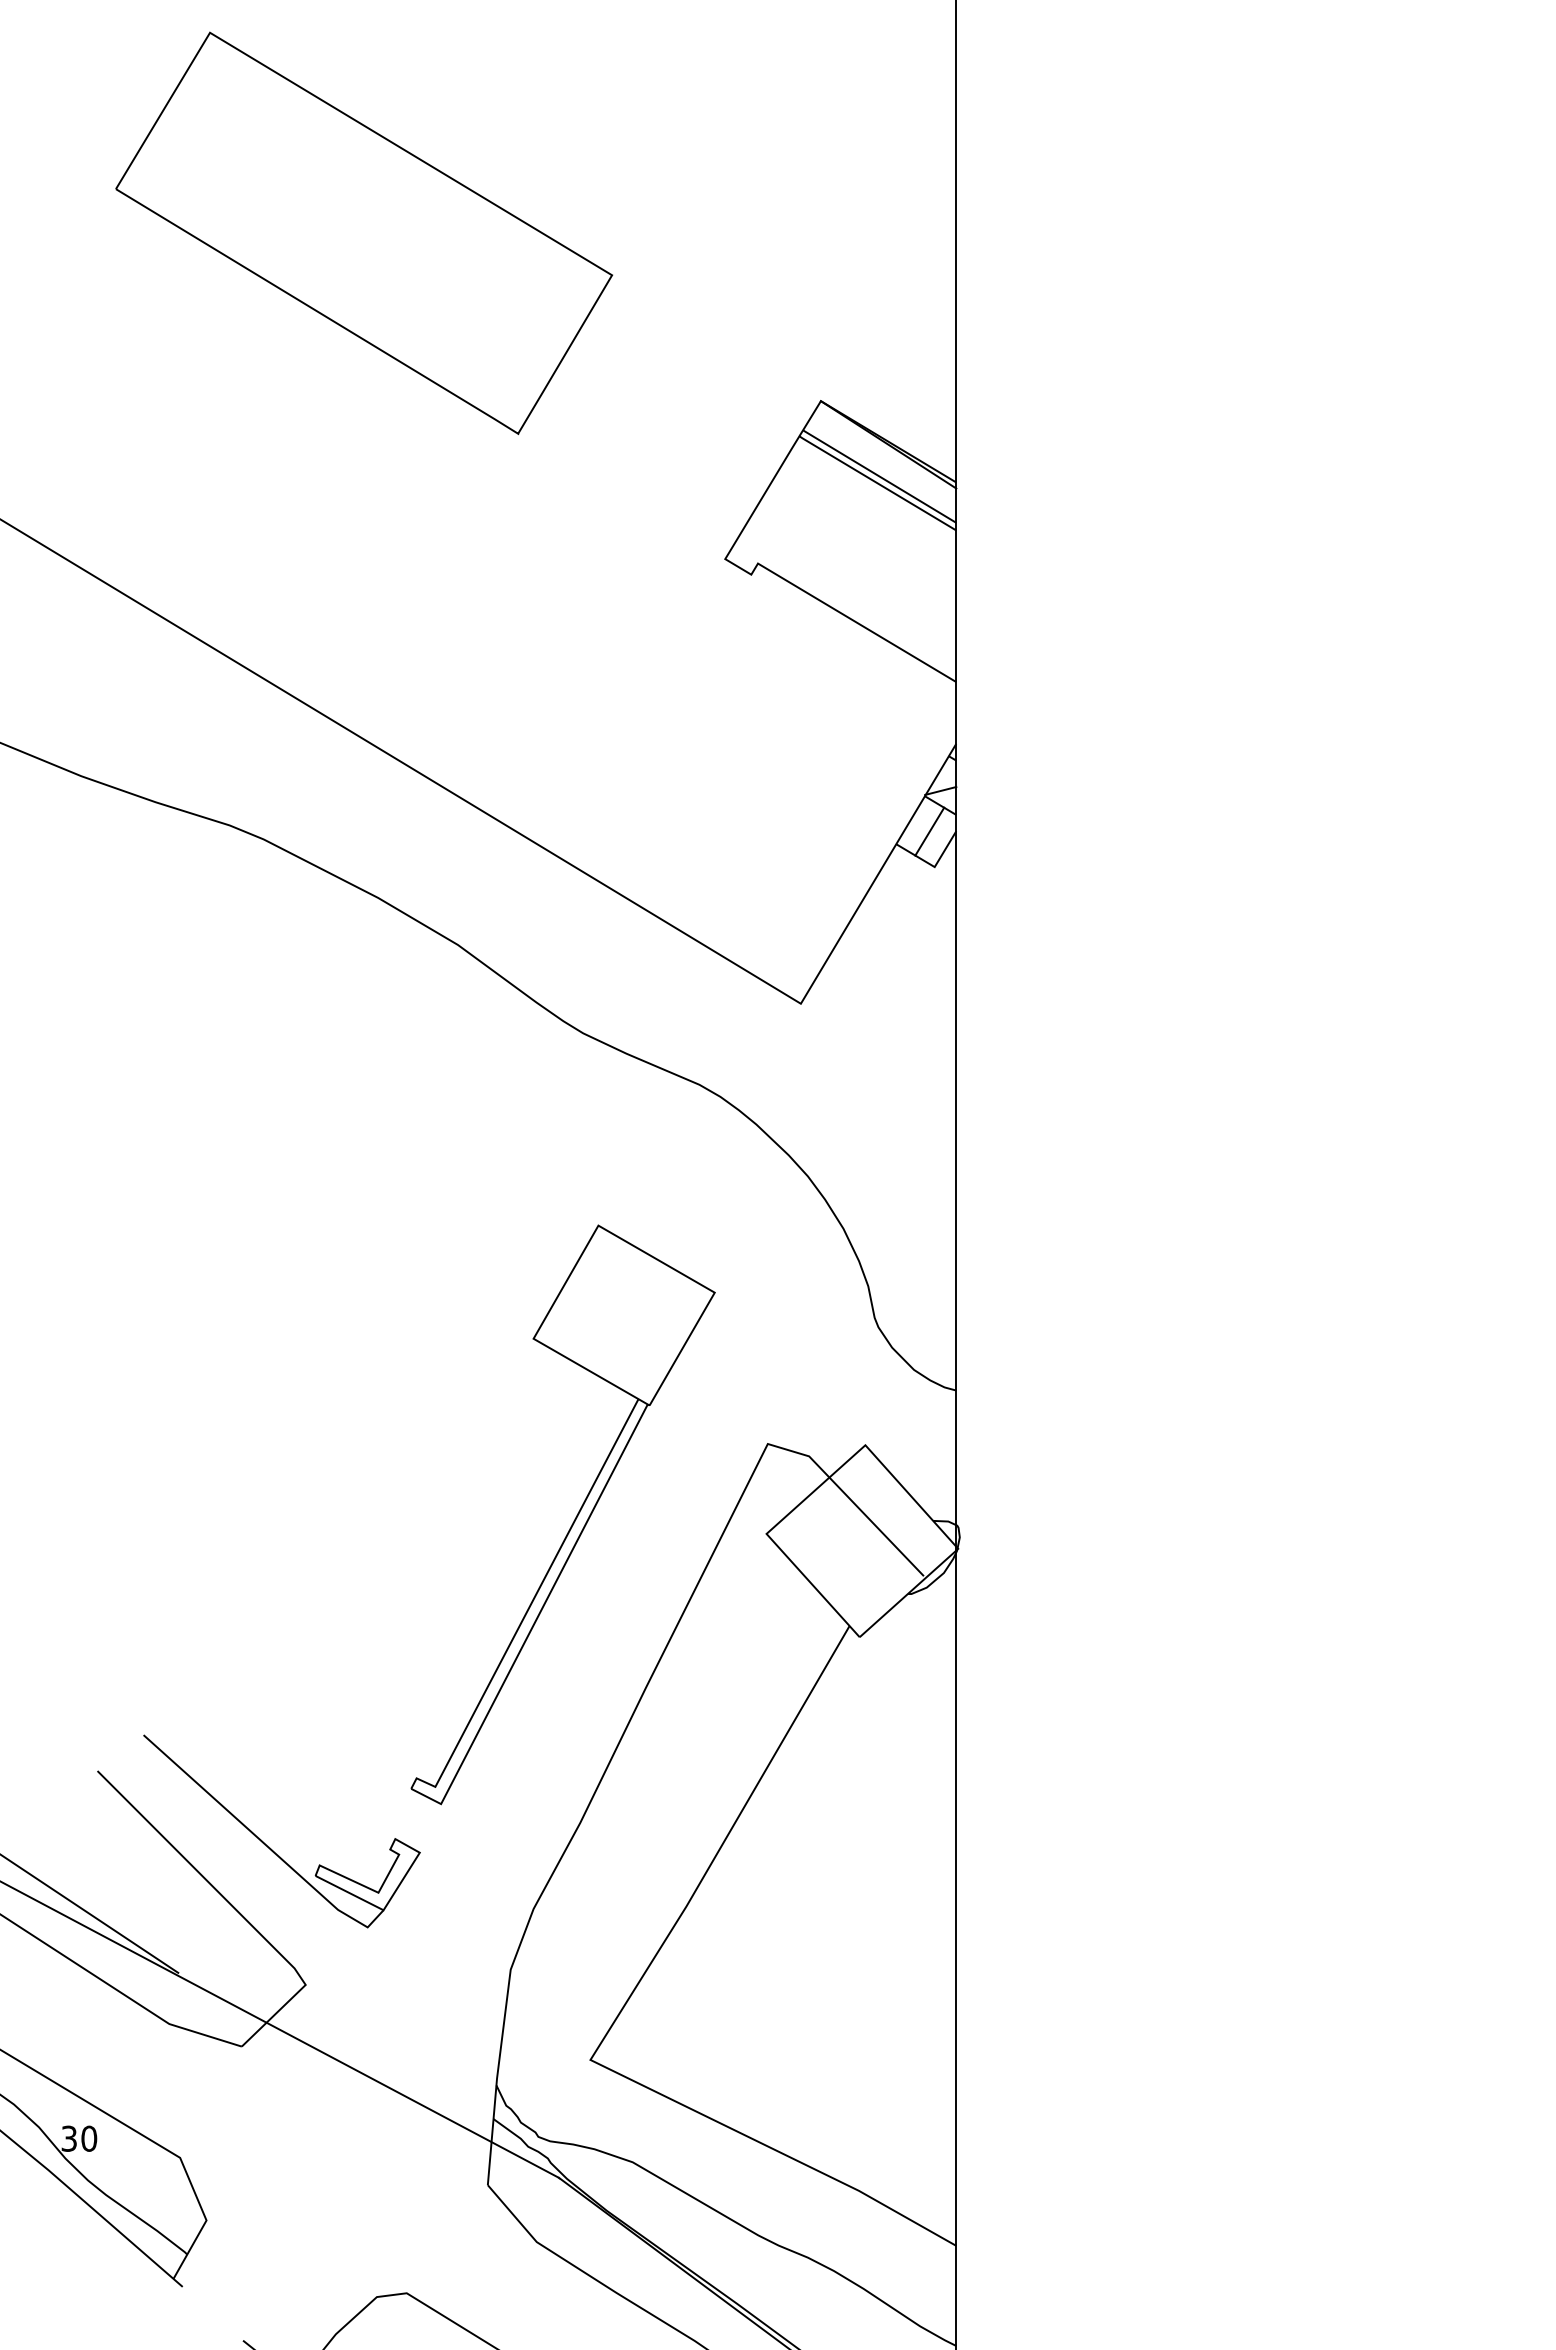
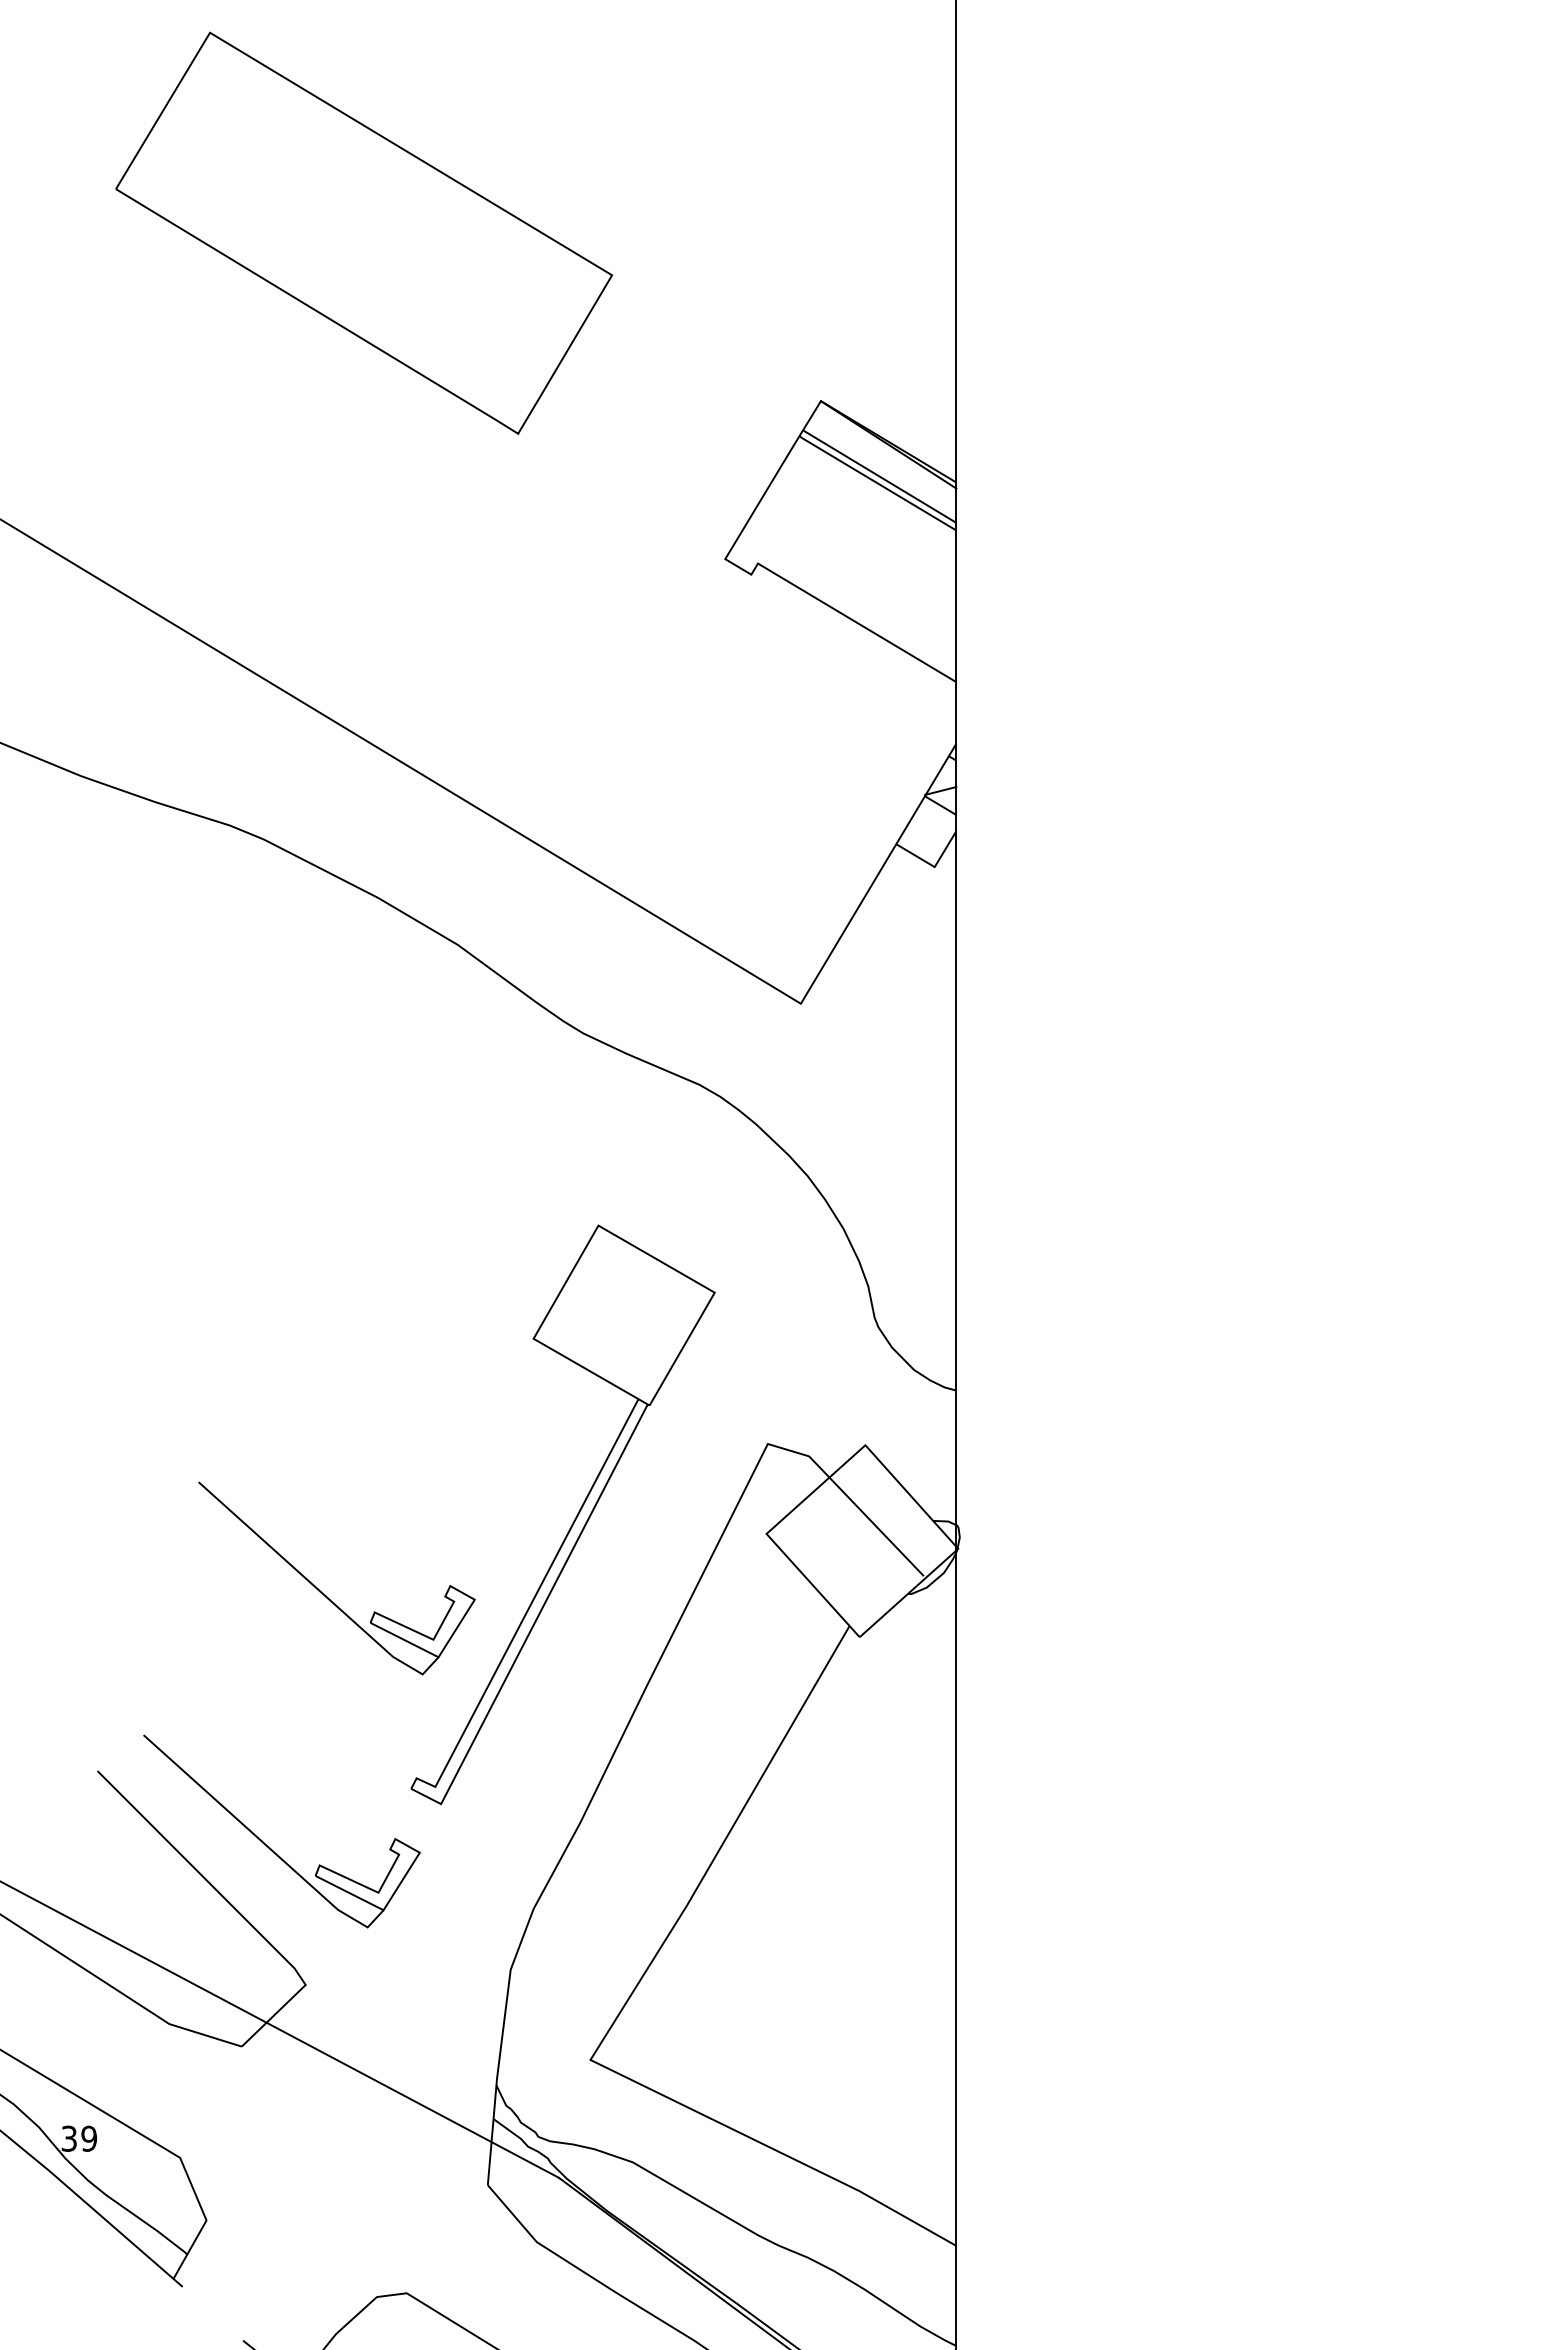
line at (929, 831): present -> none
part at (324, 1593): none -> present
line at (90, 1913): present -> none
text at (89, 2138): 30 -> 39
